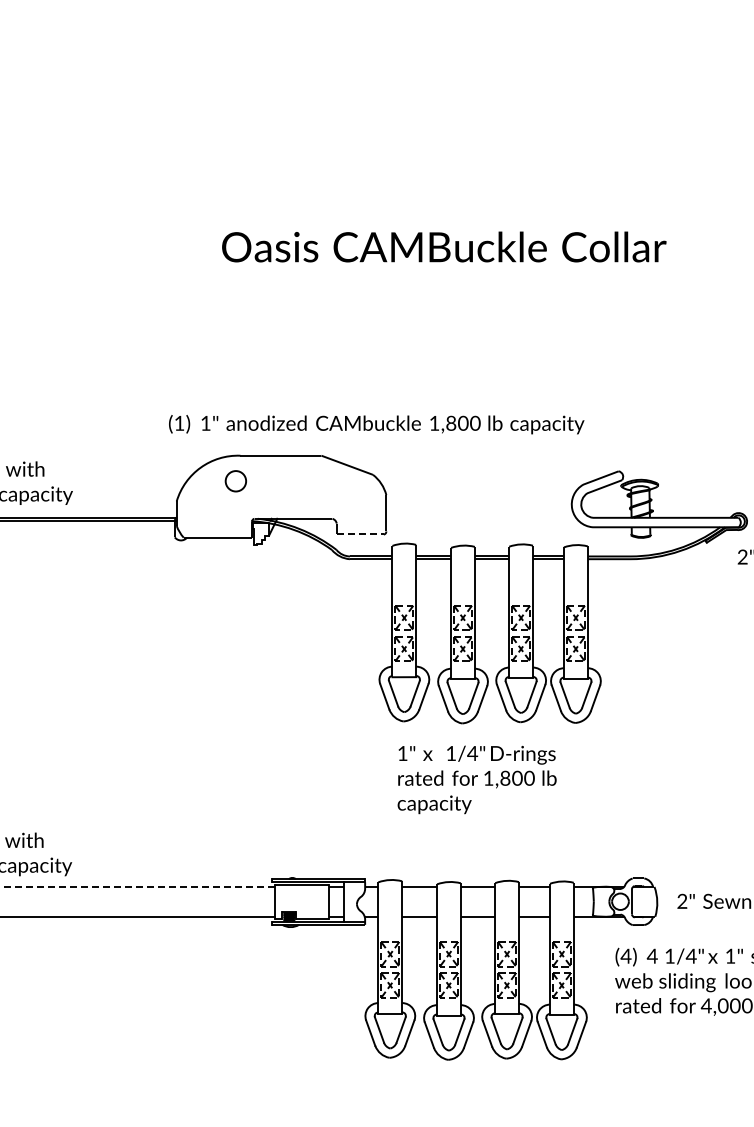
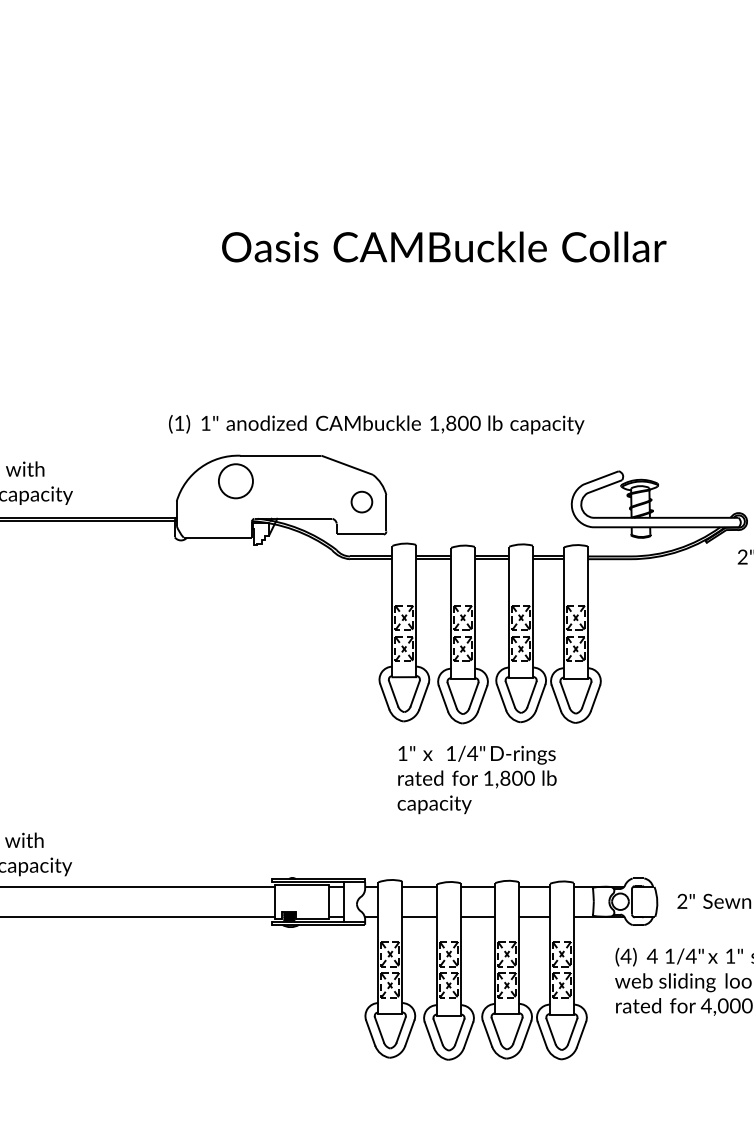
circle at (235, 481) diameter: 20 px -> 34 px
circle at (361, 501): none -> present
line at (360, 534): dashed -> solid
line at (136, 886): dashed -> solid
